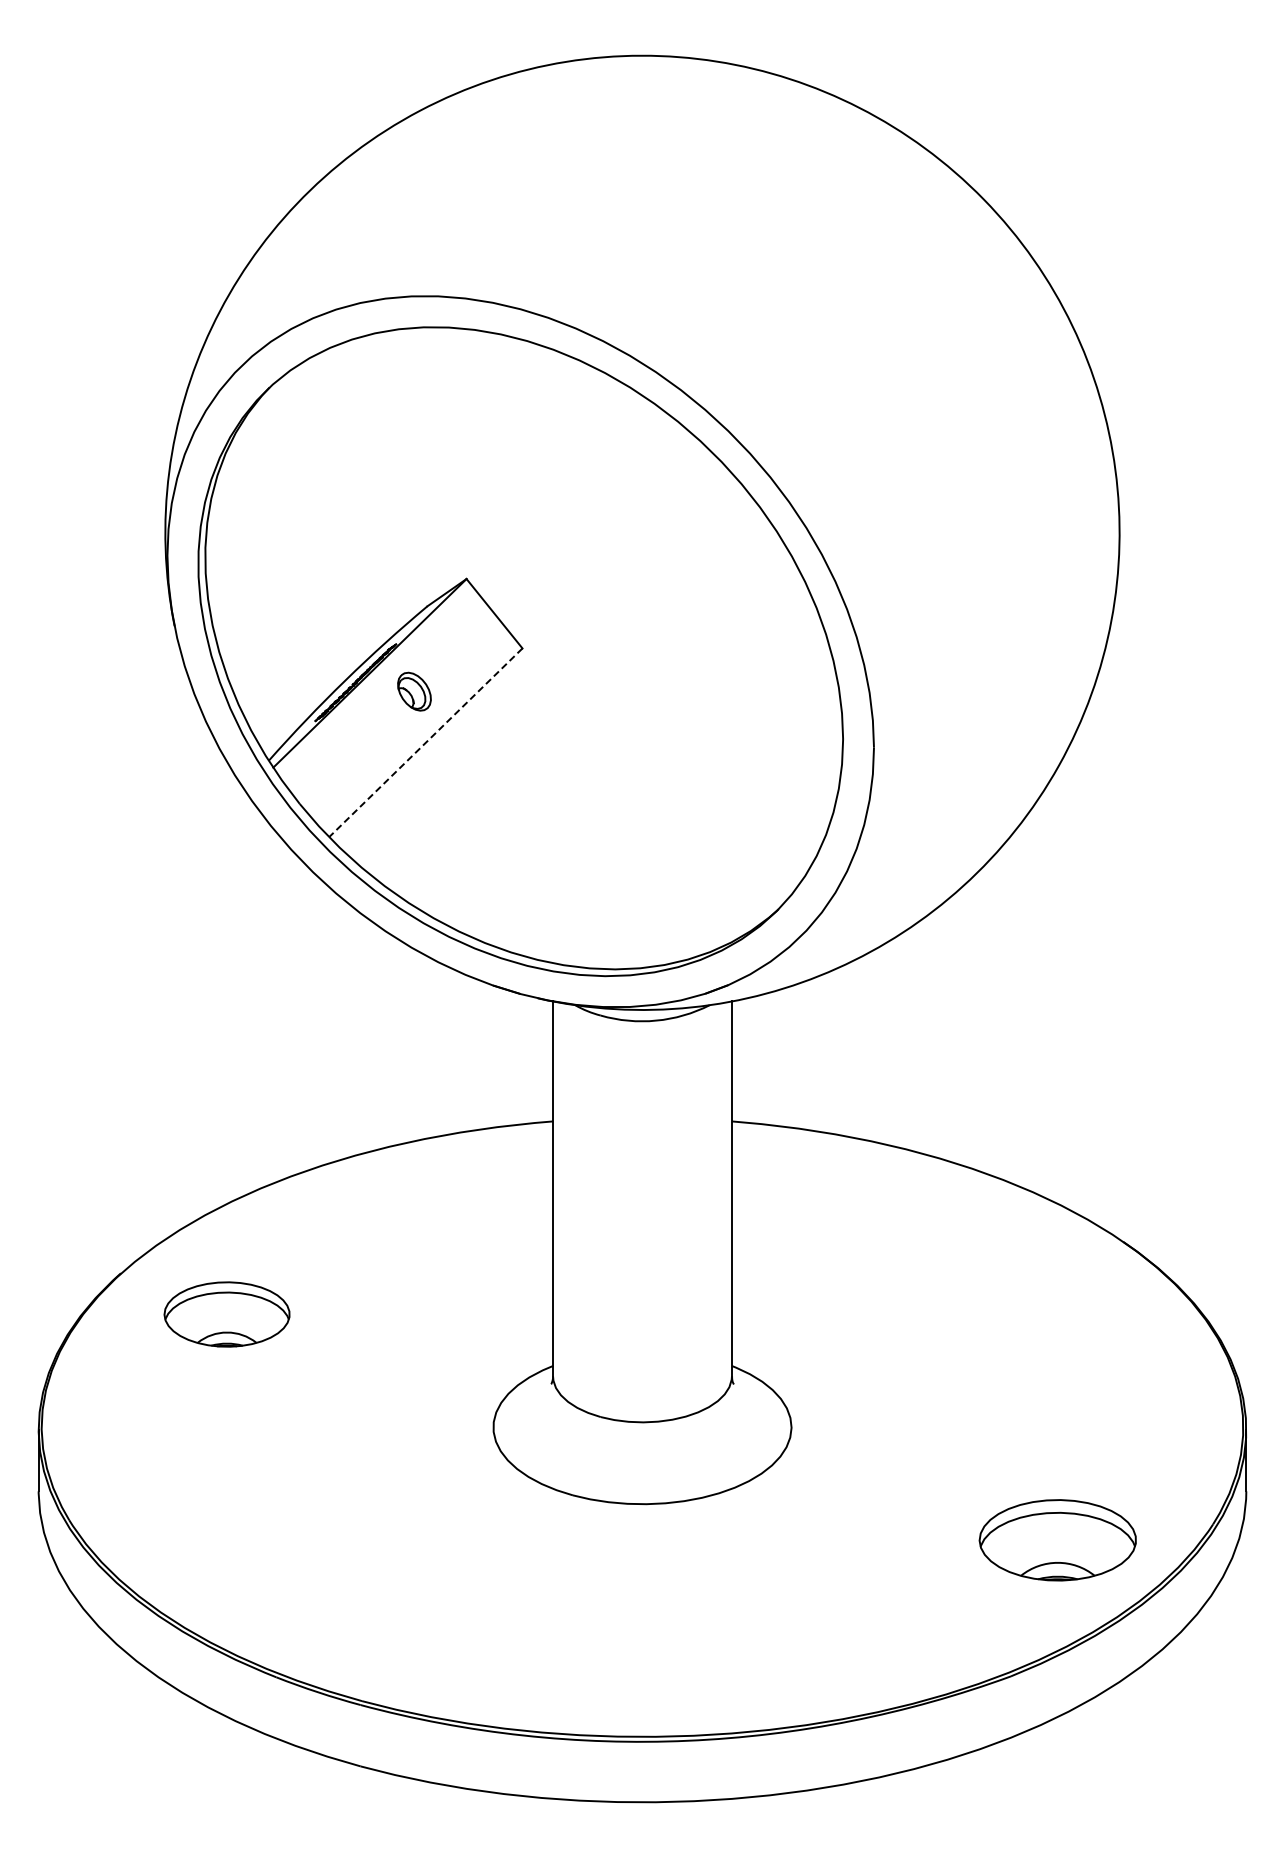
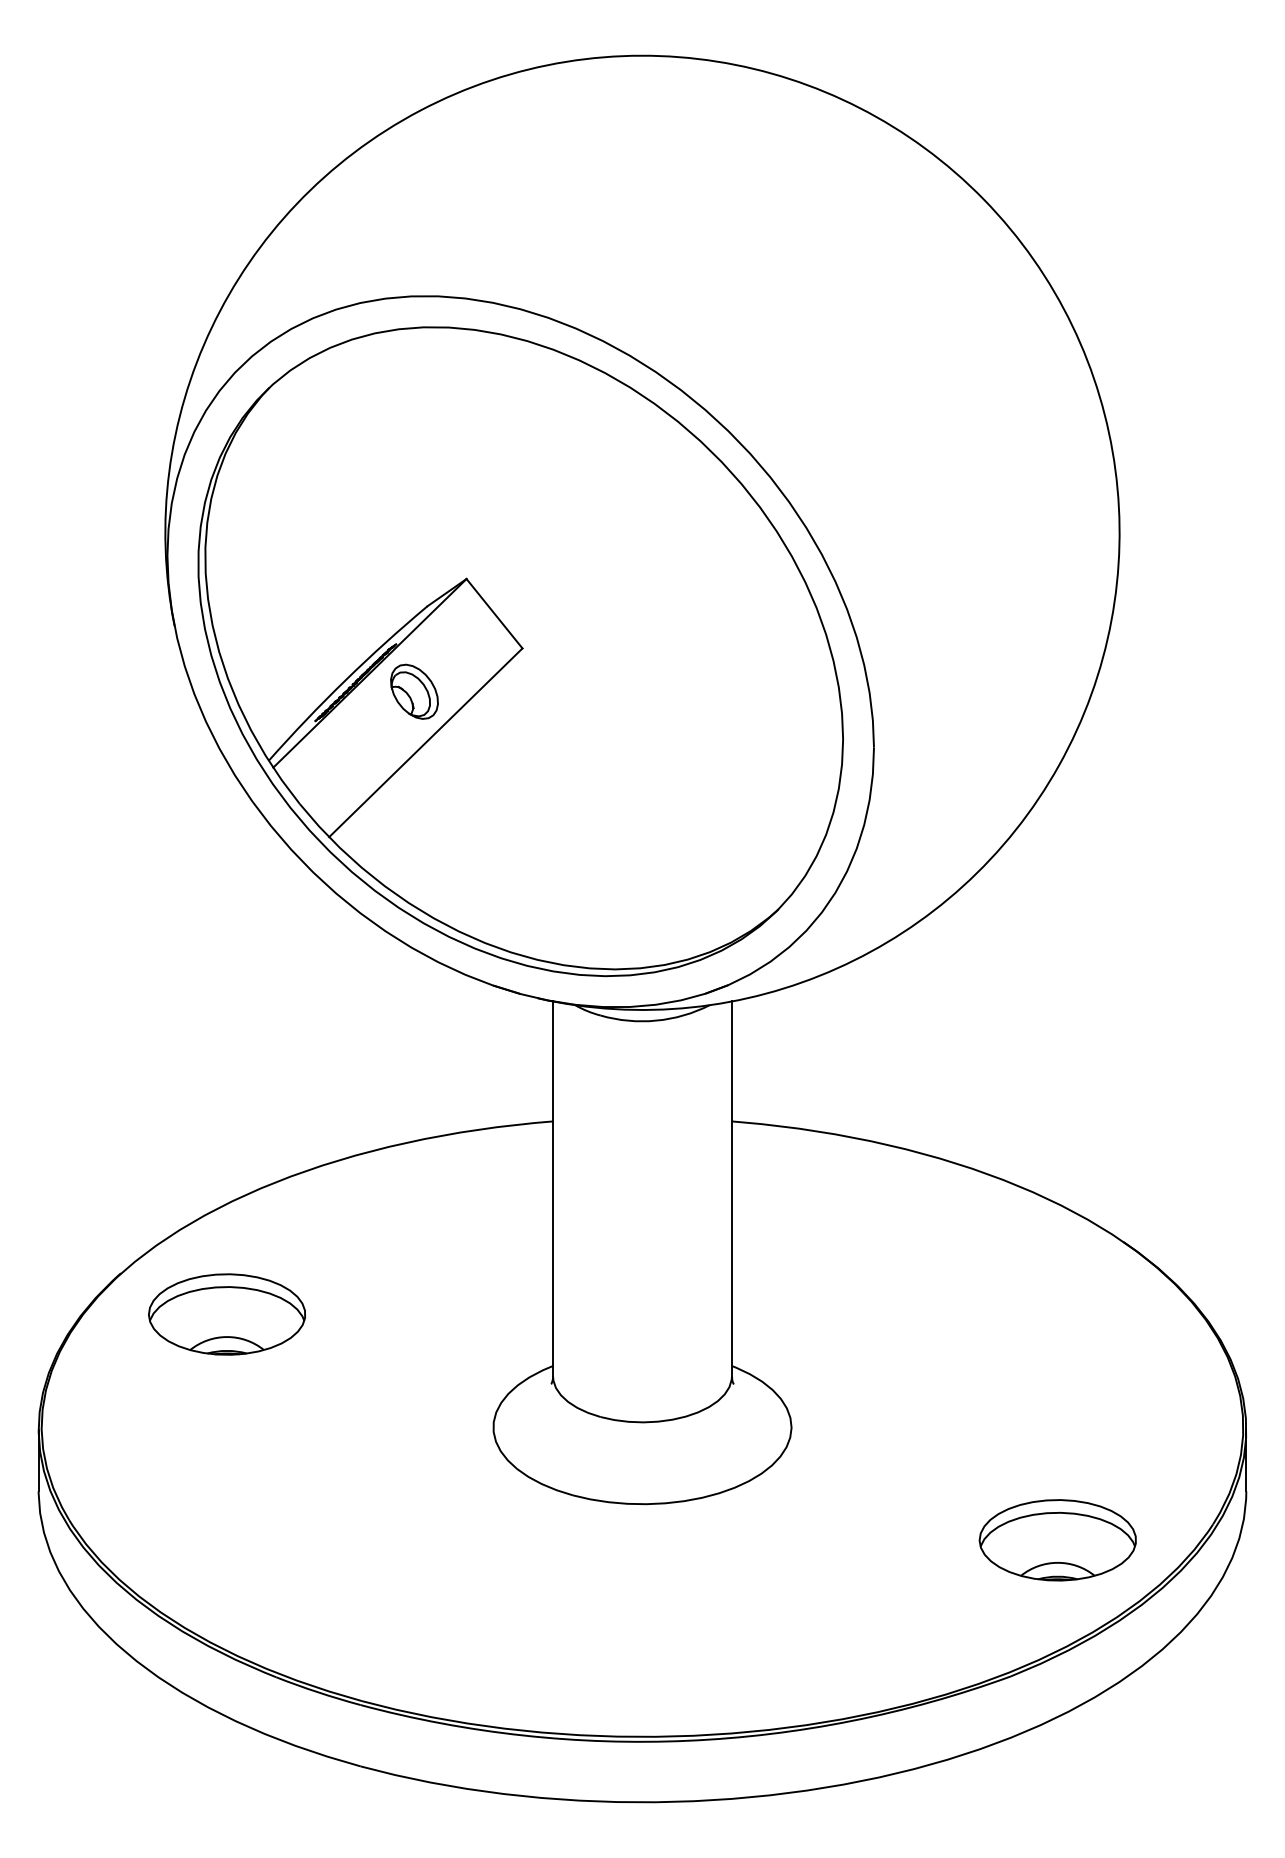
part at (414, 691) size: 35x41 px -> 49x57 px
line at (425, 743): dashed -> solid
part at (226, 1314) size: 128x67 px -> 158x83 px
